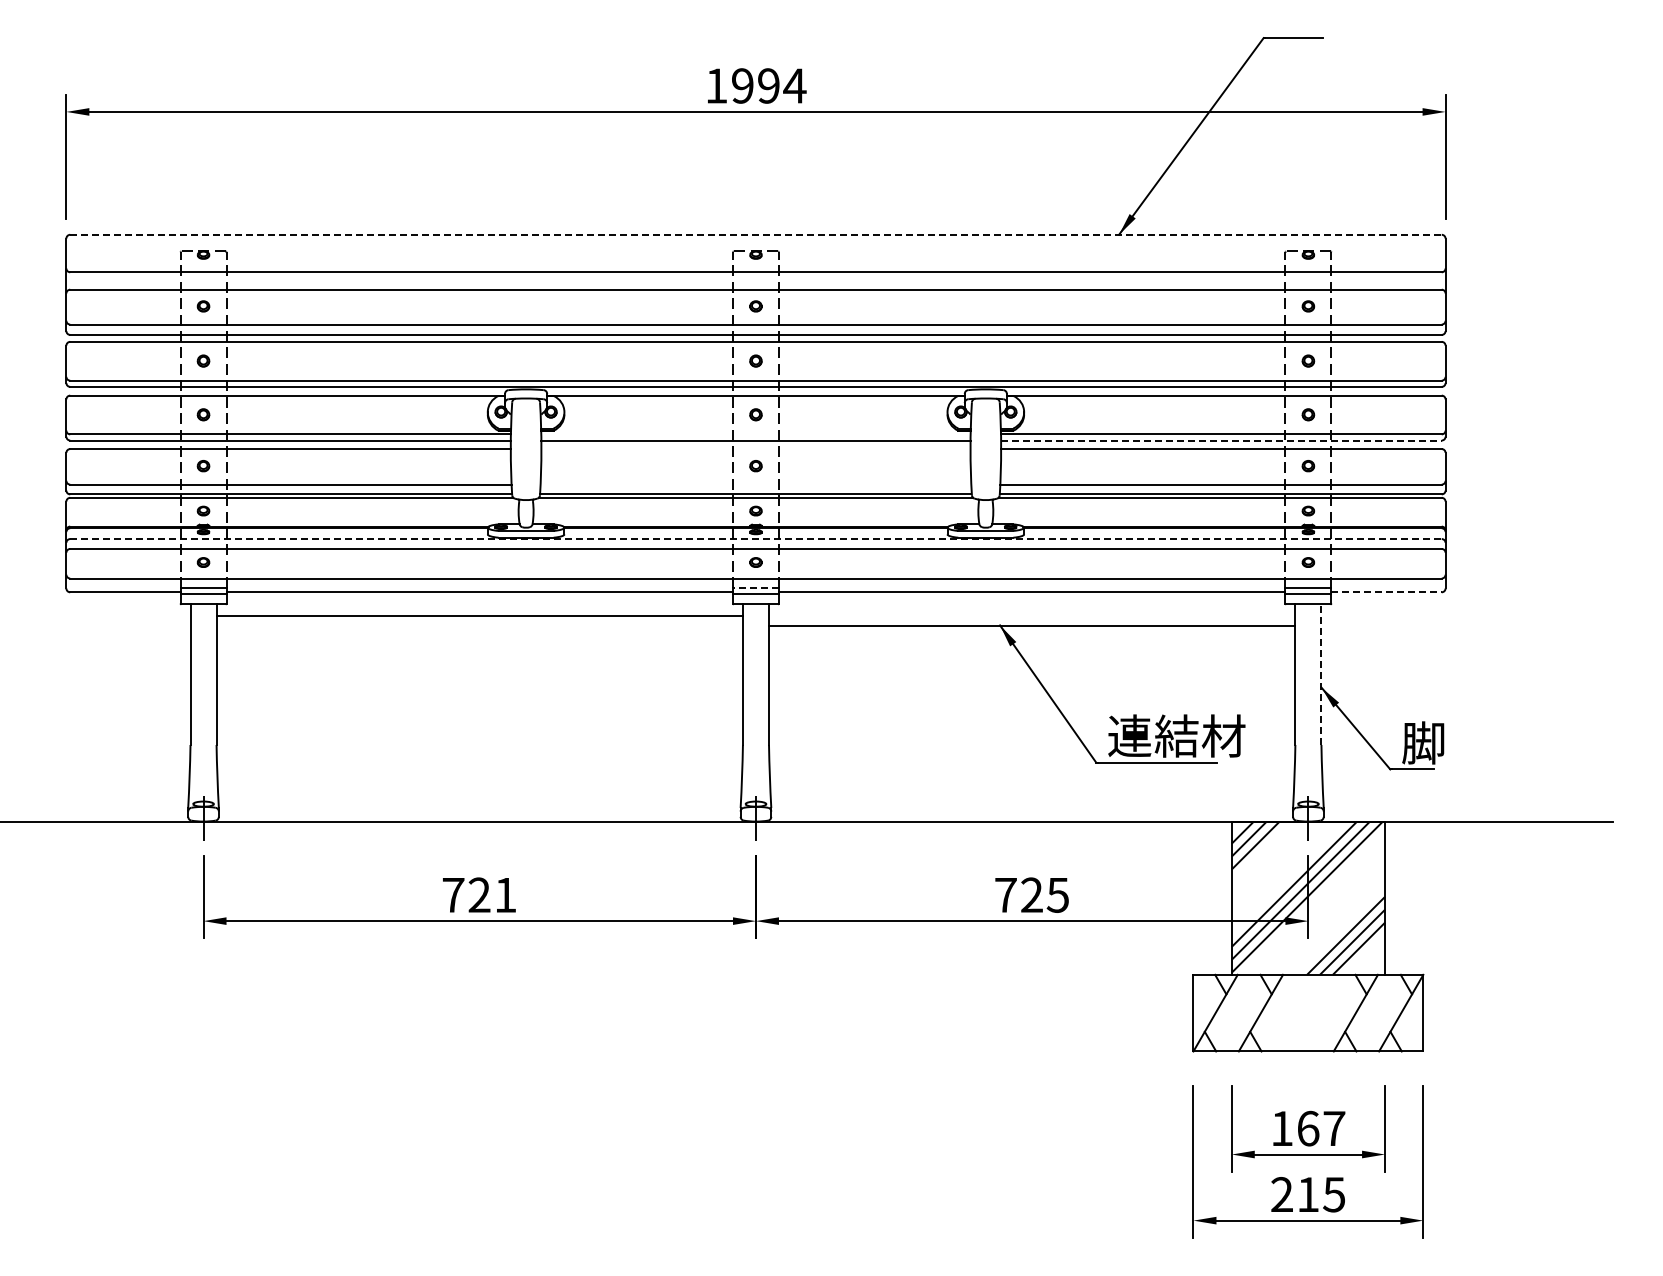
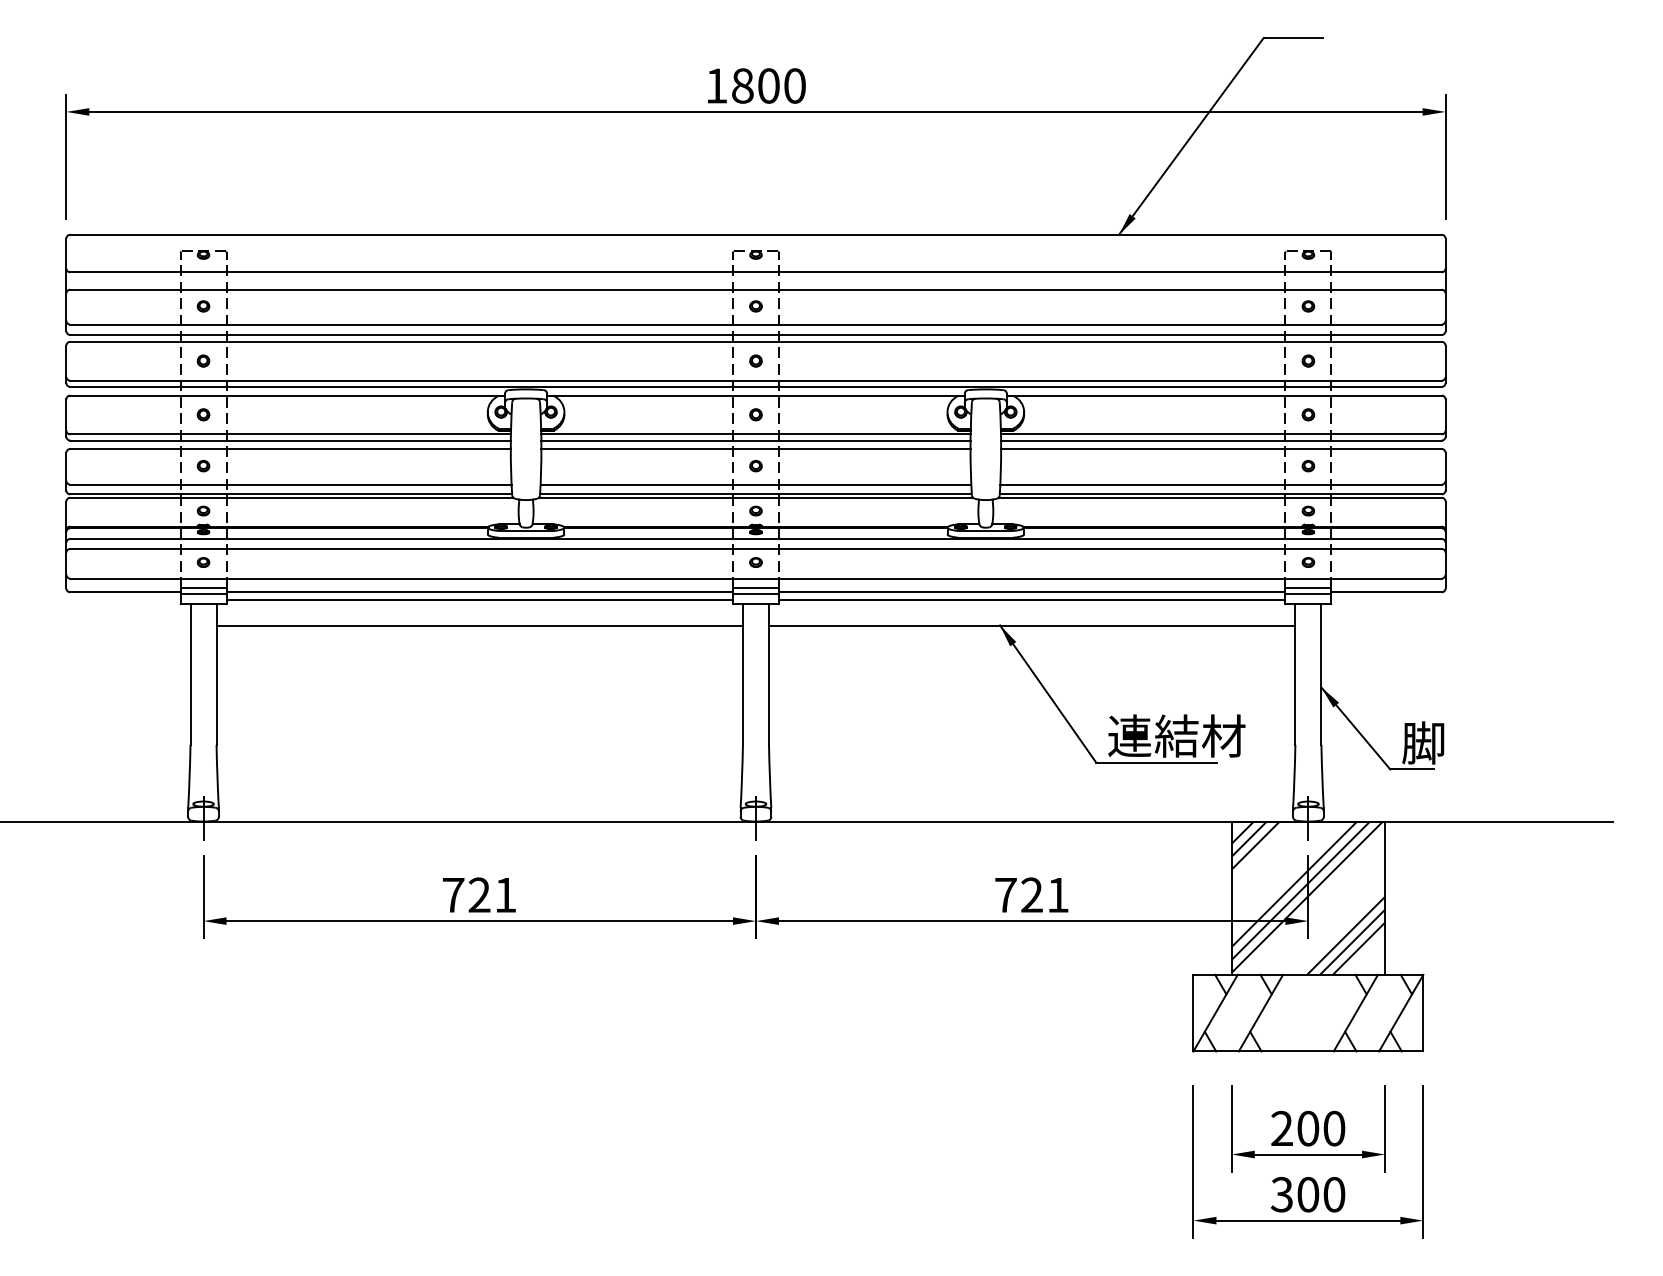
text at (769, 85): 1994 -> 1800
line at (755, 234): dashed -> solid
line at (755, 434): none -> present
line at (1221, 440): dashed -> solid
line at (755, 449): none -> present
line at (755, 484): none -> present
line at (755, 539): dashed -> solid
line at (755, 588): dashed -> solid
line at (1387, 592): dashed -> solid
line at (479, 600): none -> present
line at (1031, 600): none -> present
line at (479, 616) position: (479, 616) -> (479, 626)
line at (1321, 674): dashed -> solid
text at (1057, 895): 725 -> 721
text at (1308, 1128): 167 -> 200
text at (1307, 1194): 215 -> 300
